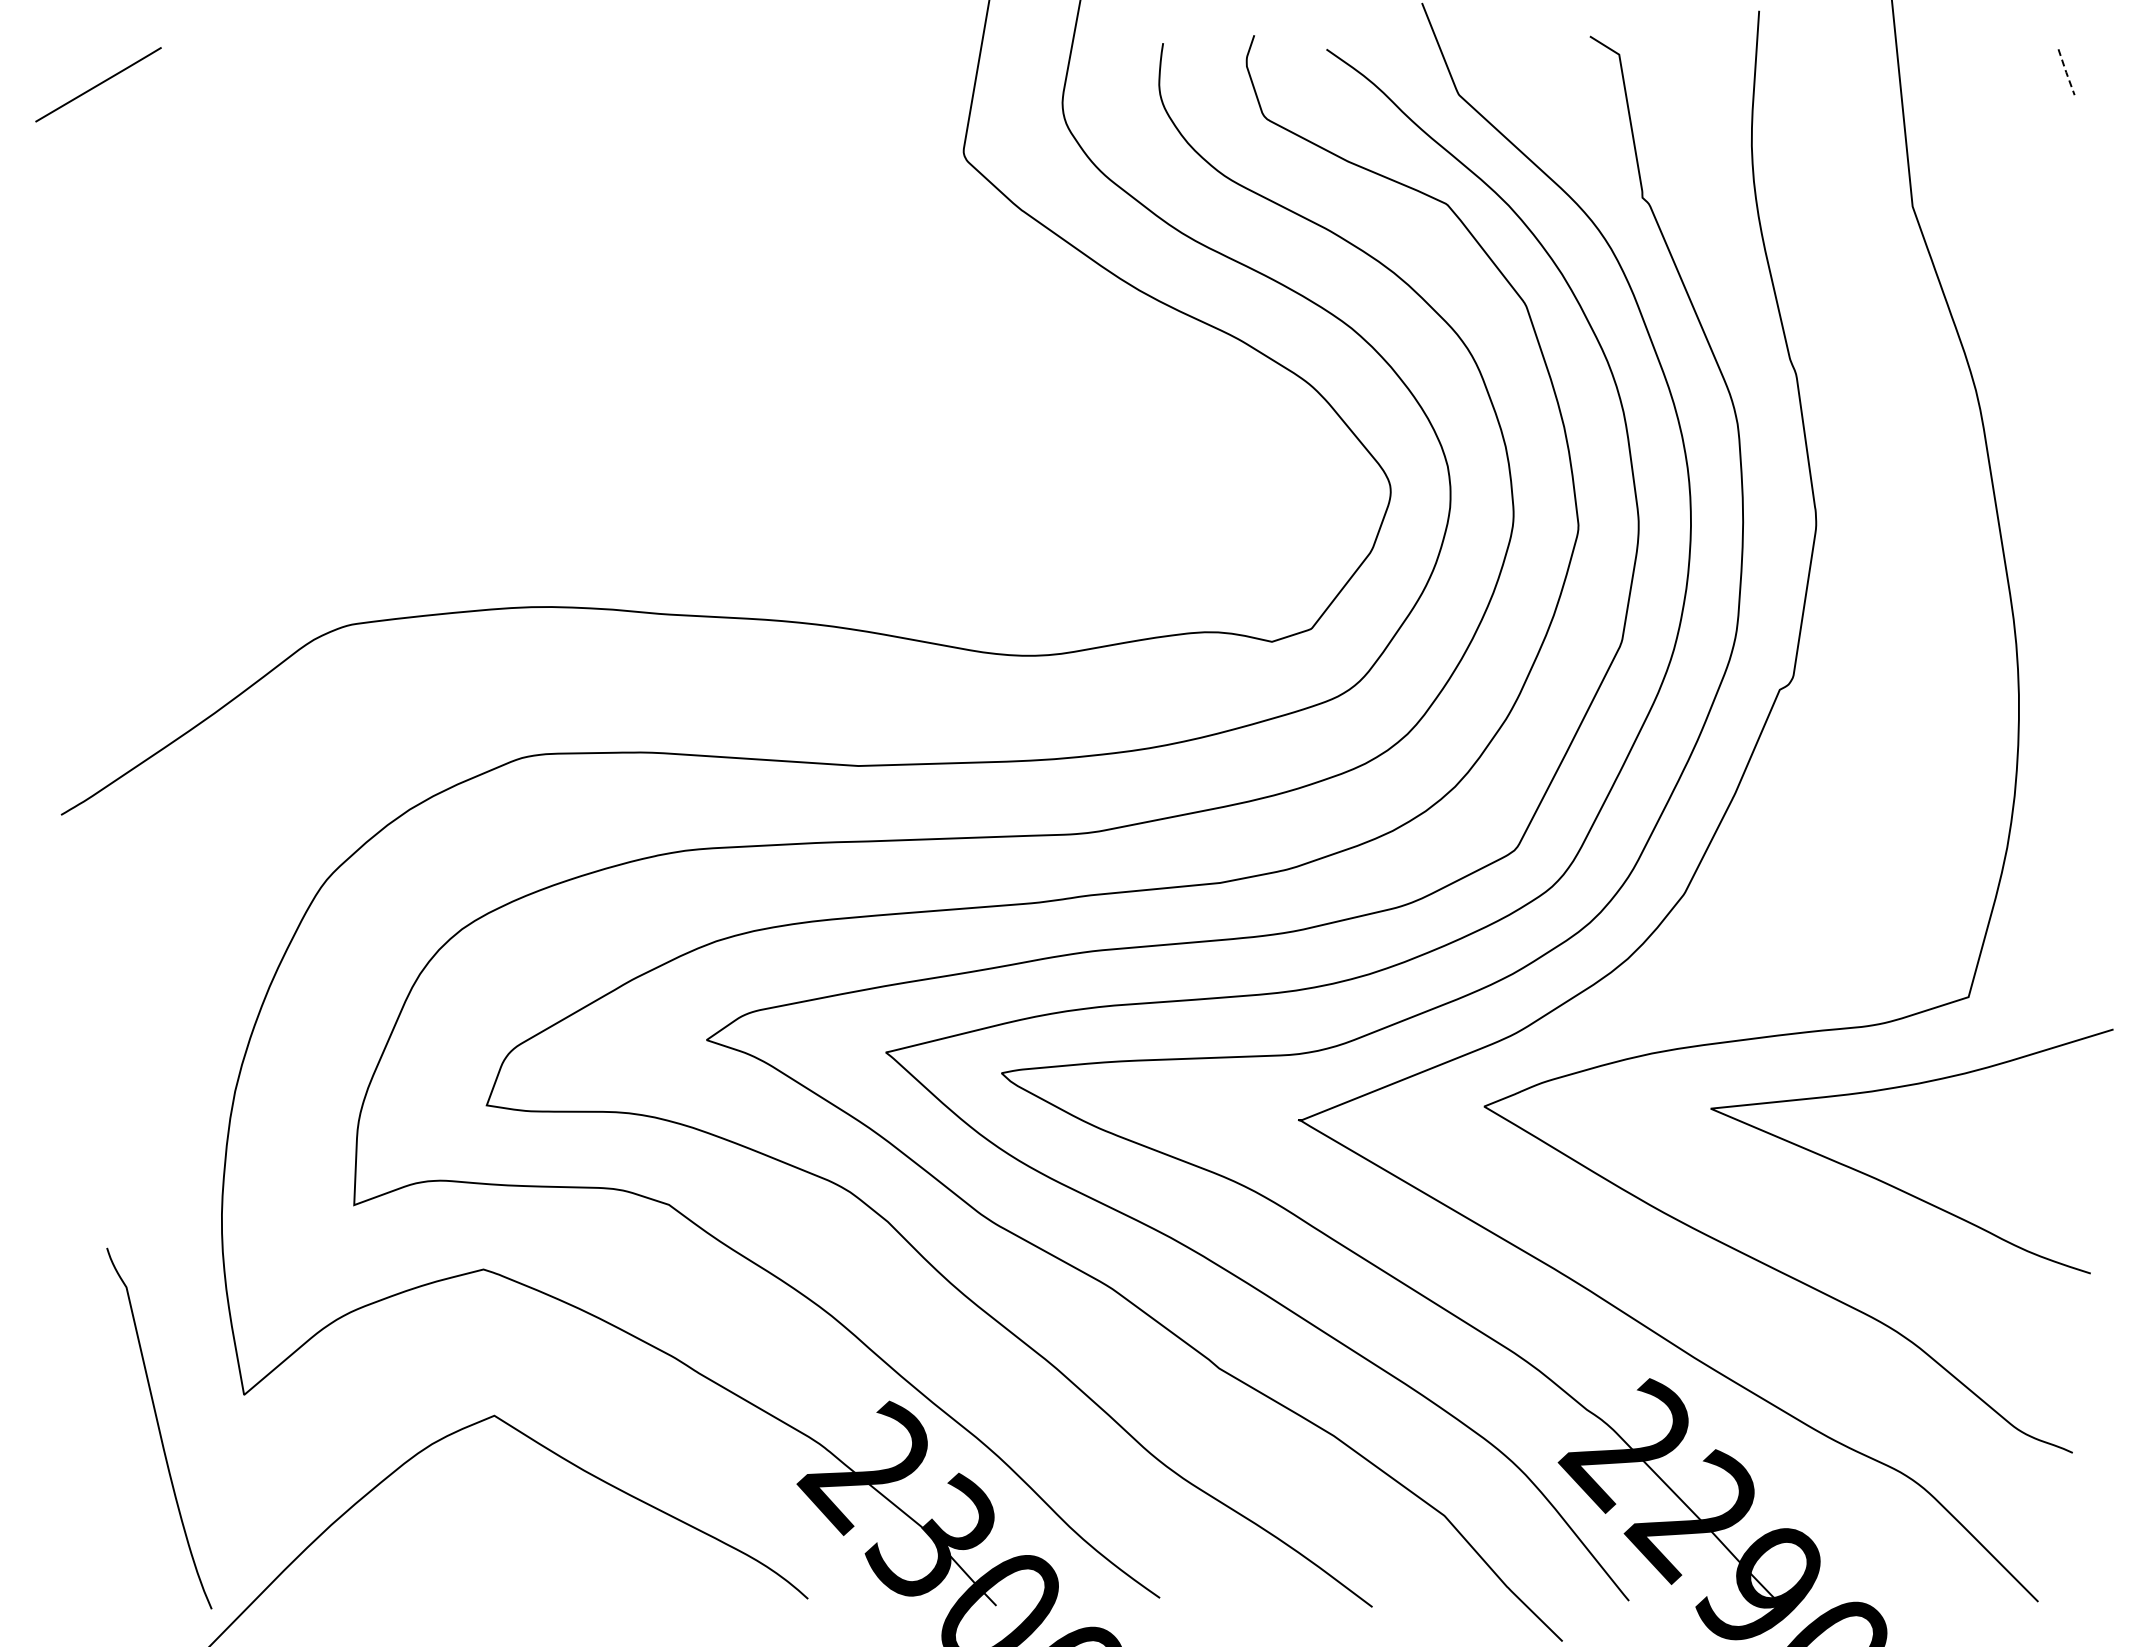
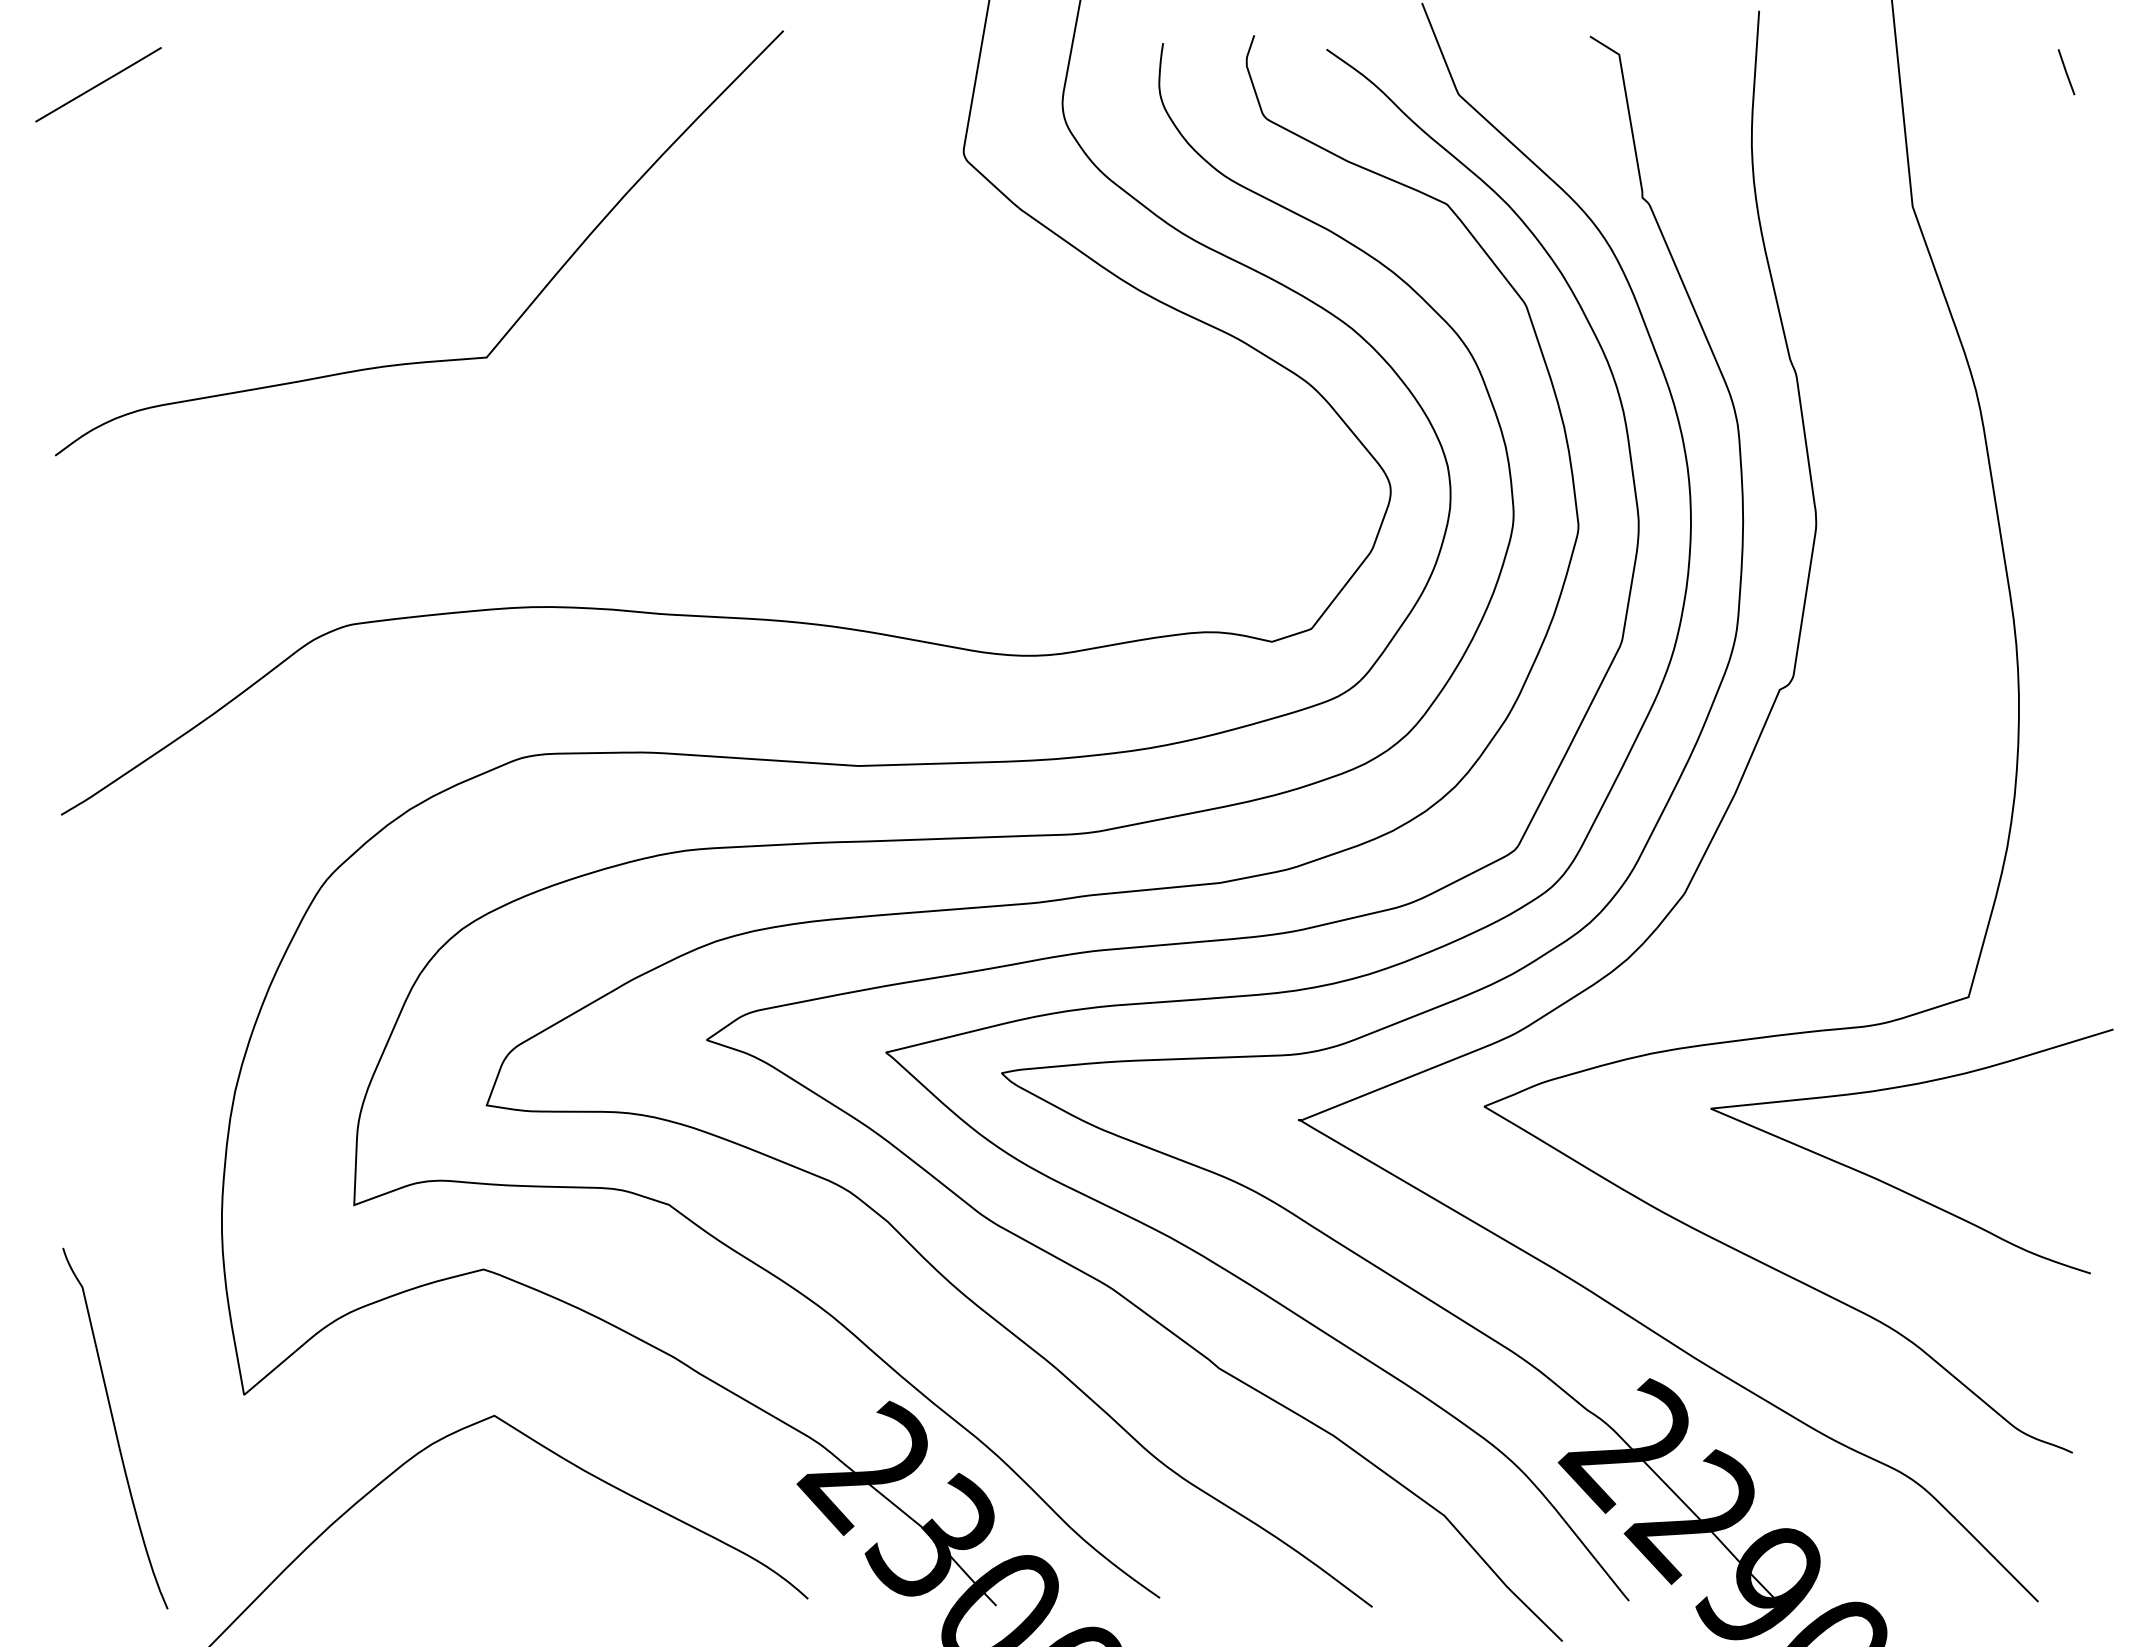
line at (2066, 72): dashed -> solid
curve at (430, 360): none -> present
curve at (159, 1428) position: (159, 1428) -> (115, 1428)
